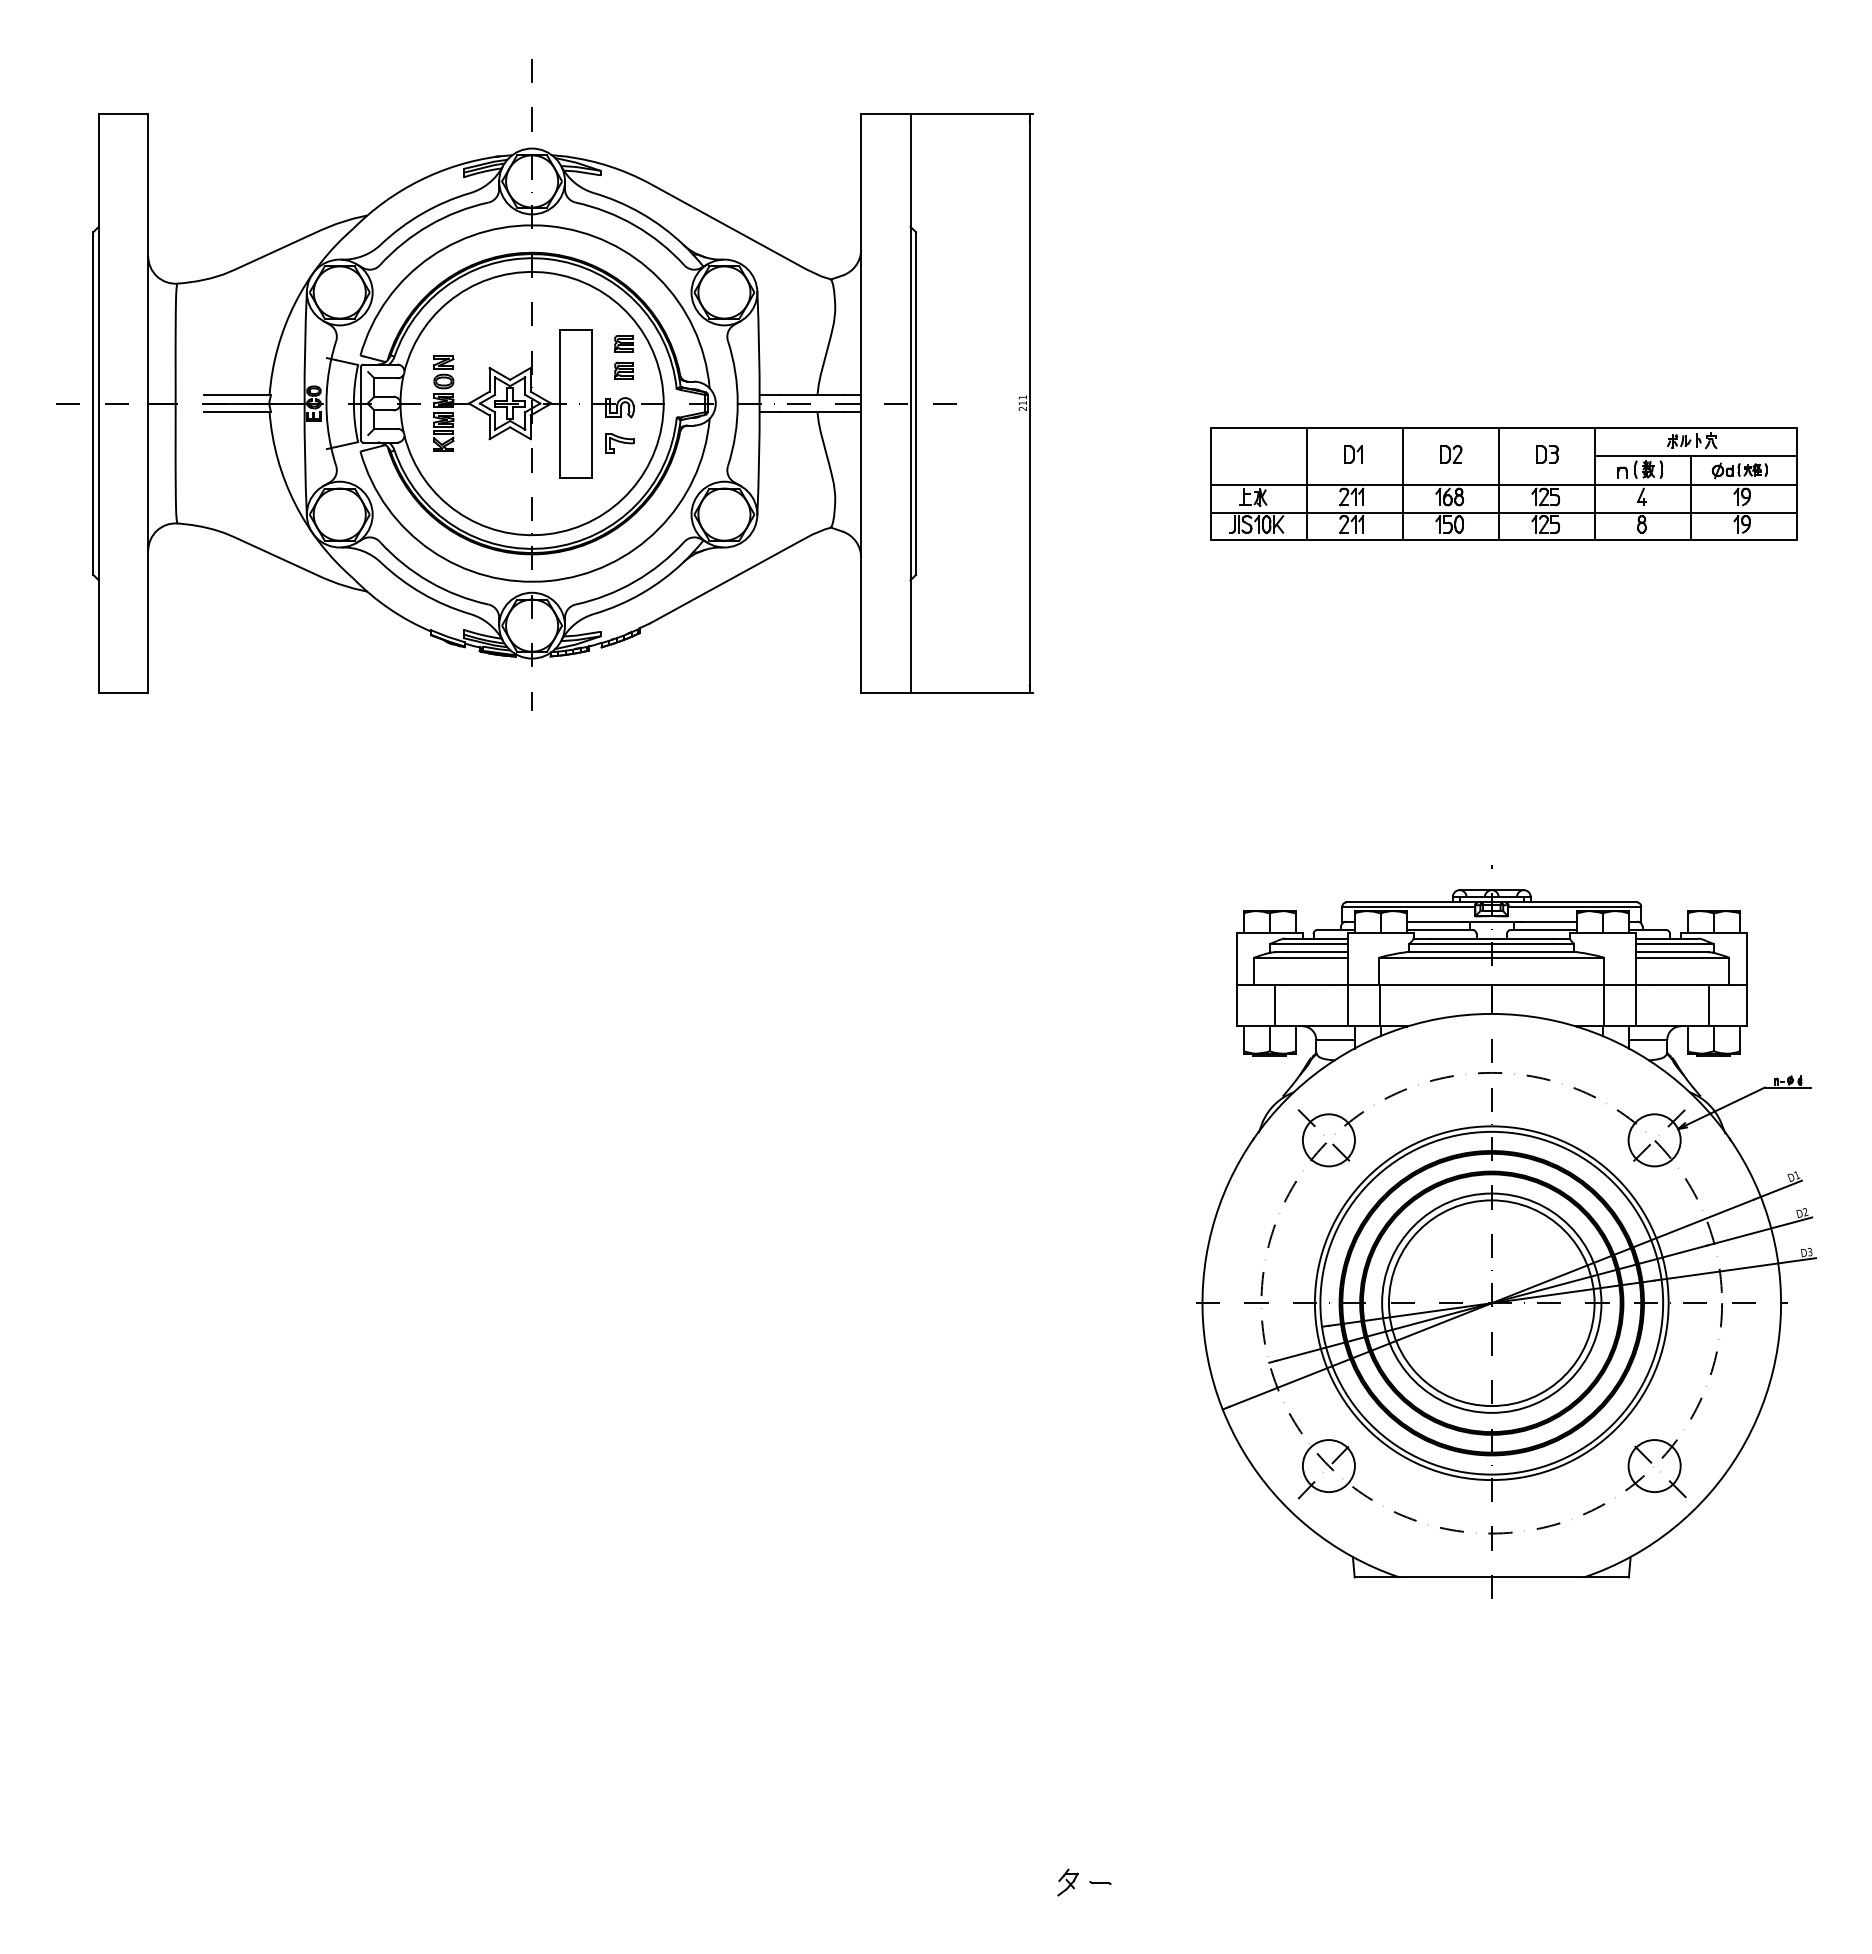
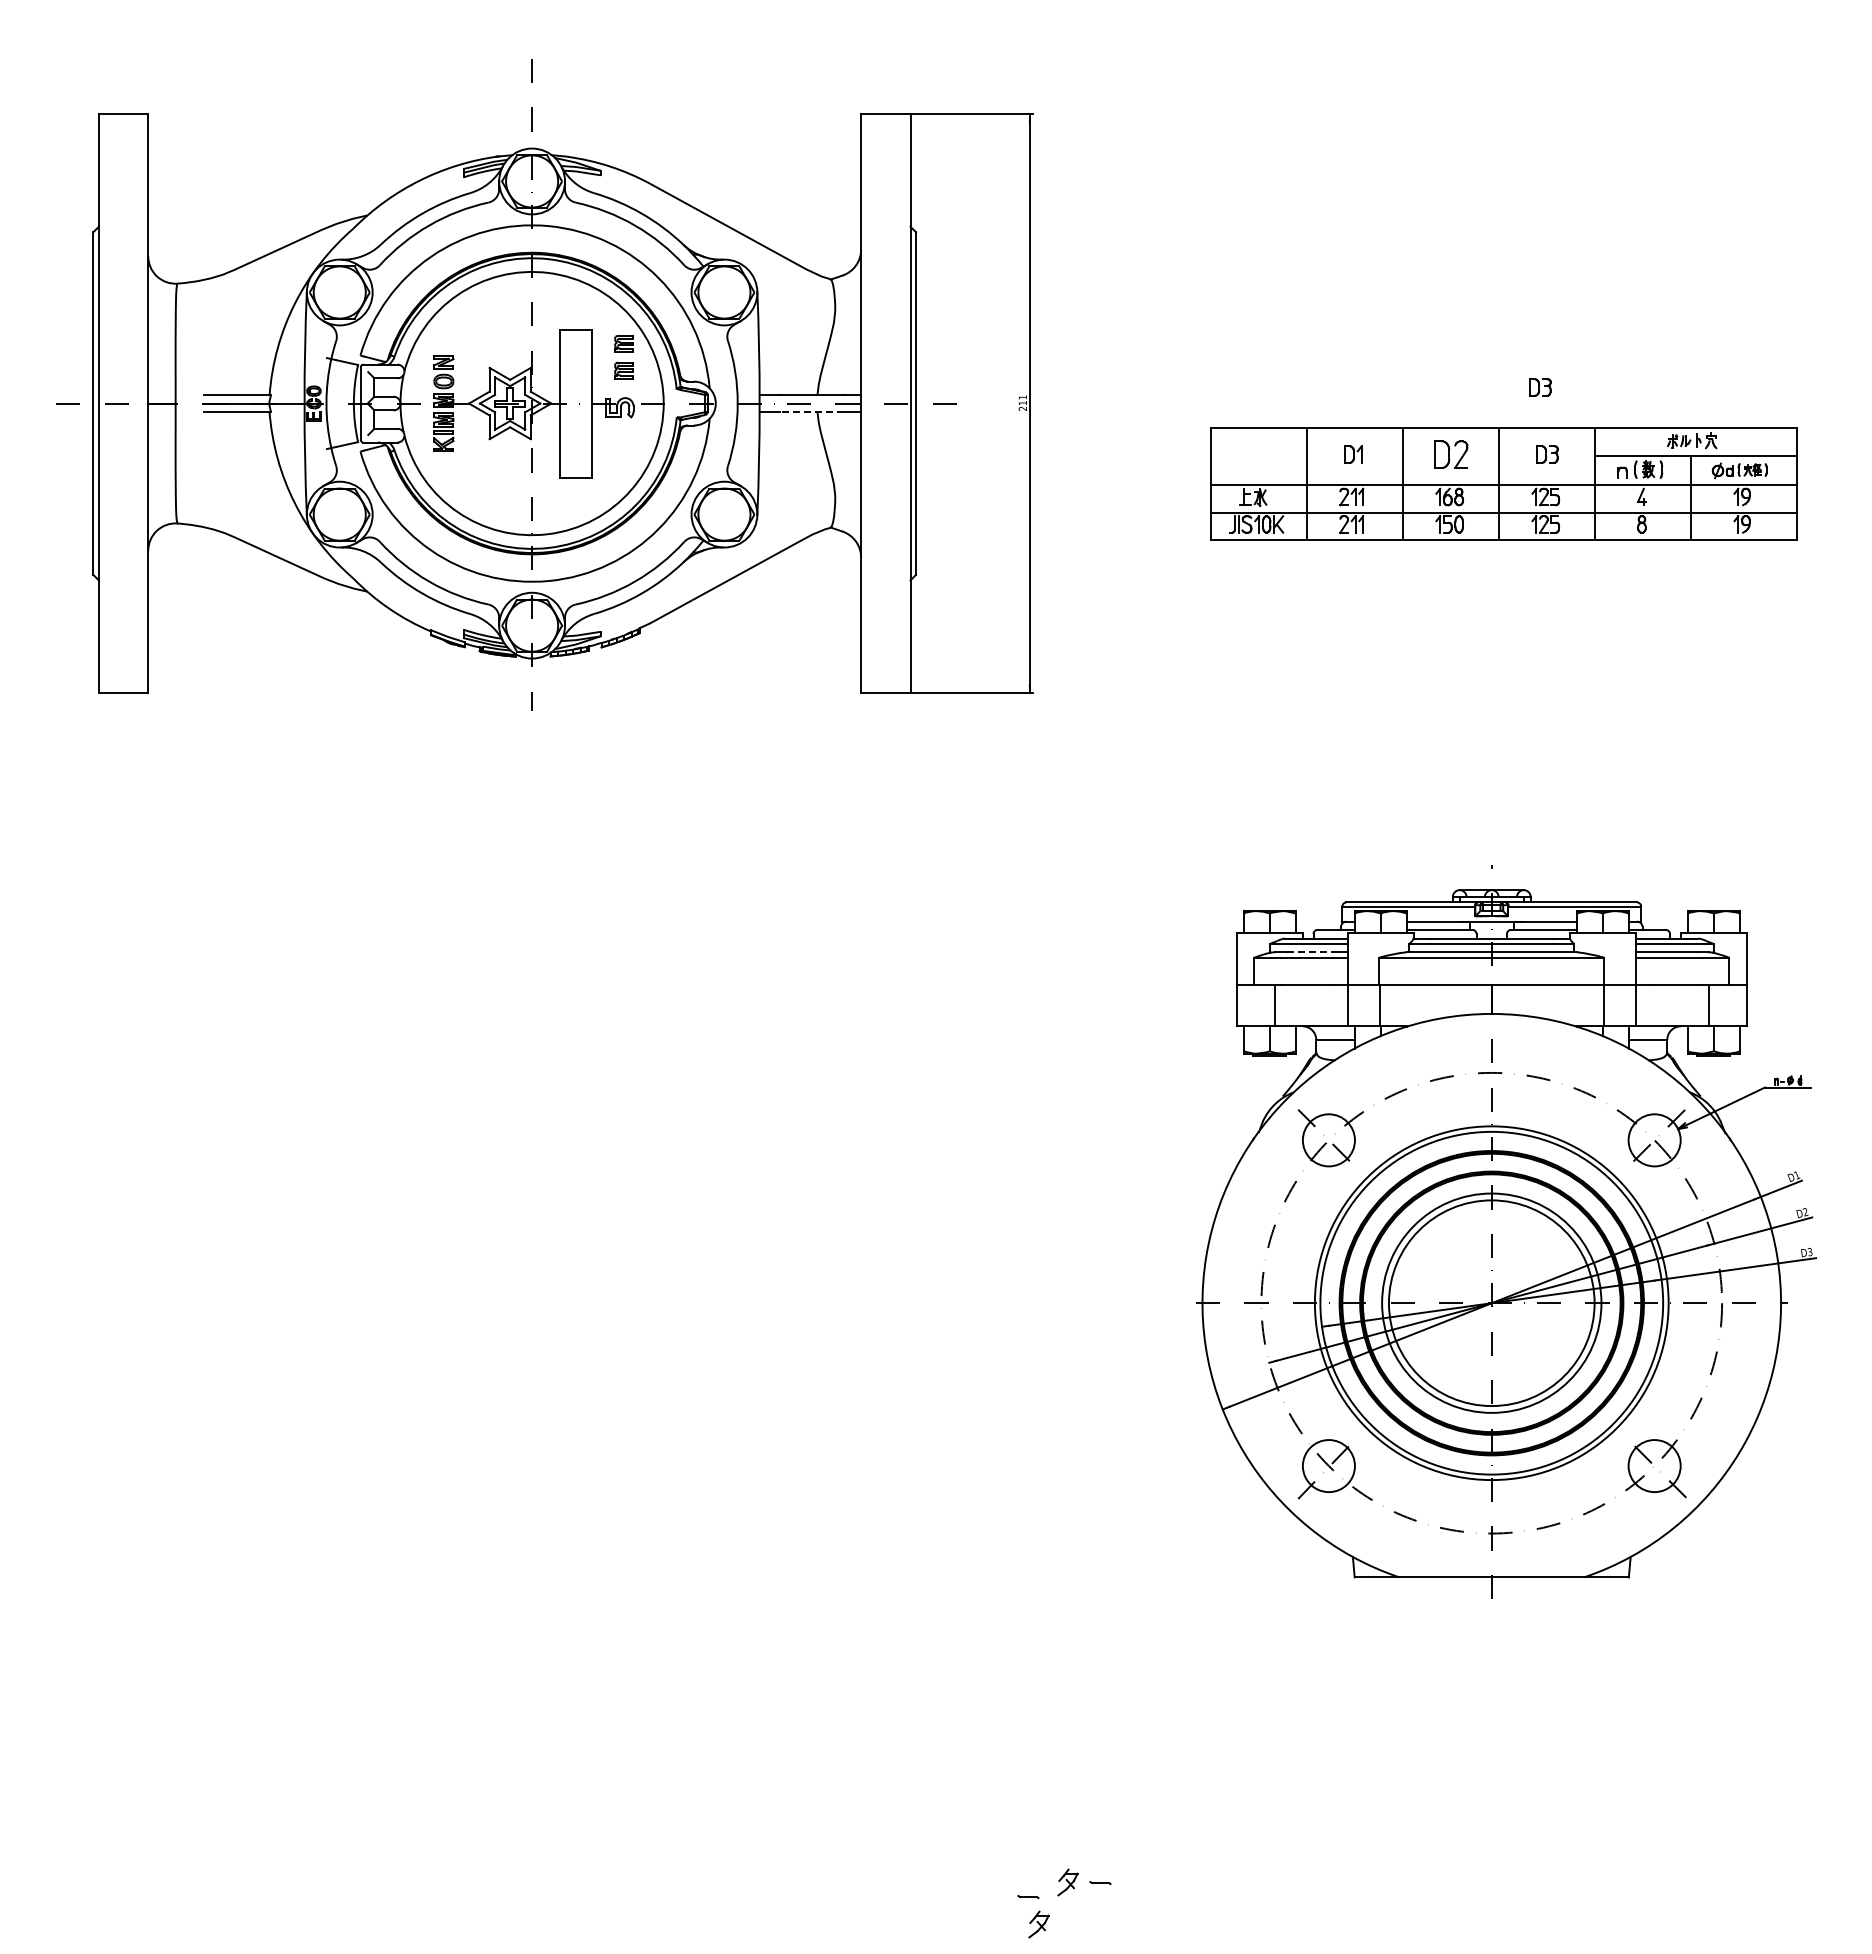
part at (1540, 387): none -> present
line at (811, 411): solid -> dashed
part at (619, 443): present -> none
part at (1451, 454) size: 23x19 px -> 35x29 px
line at (1312, 952): solid -> dashed
part at (1028, 1897): none -> present
part at (1038, 1924): none -> present
